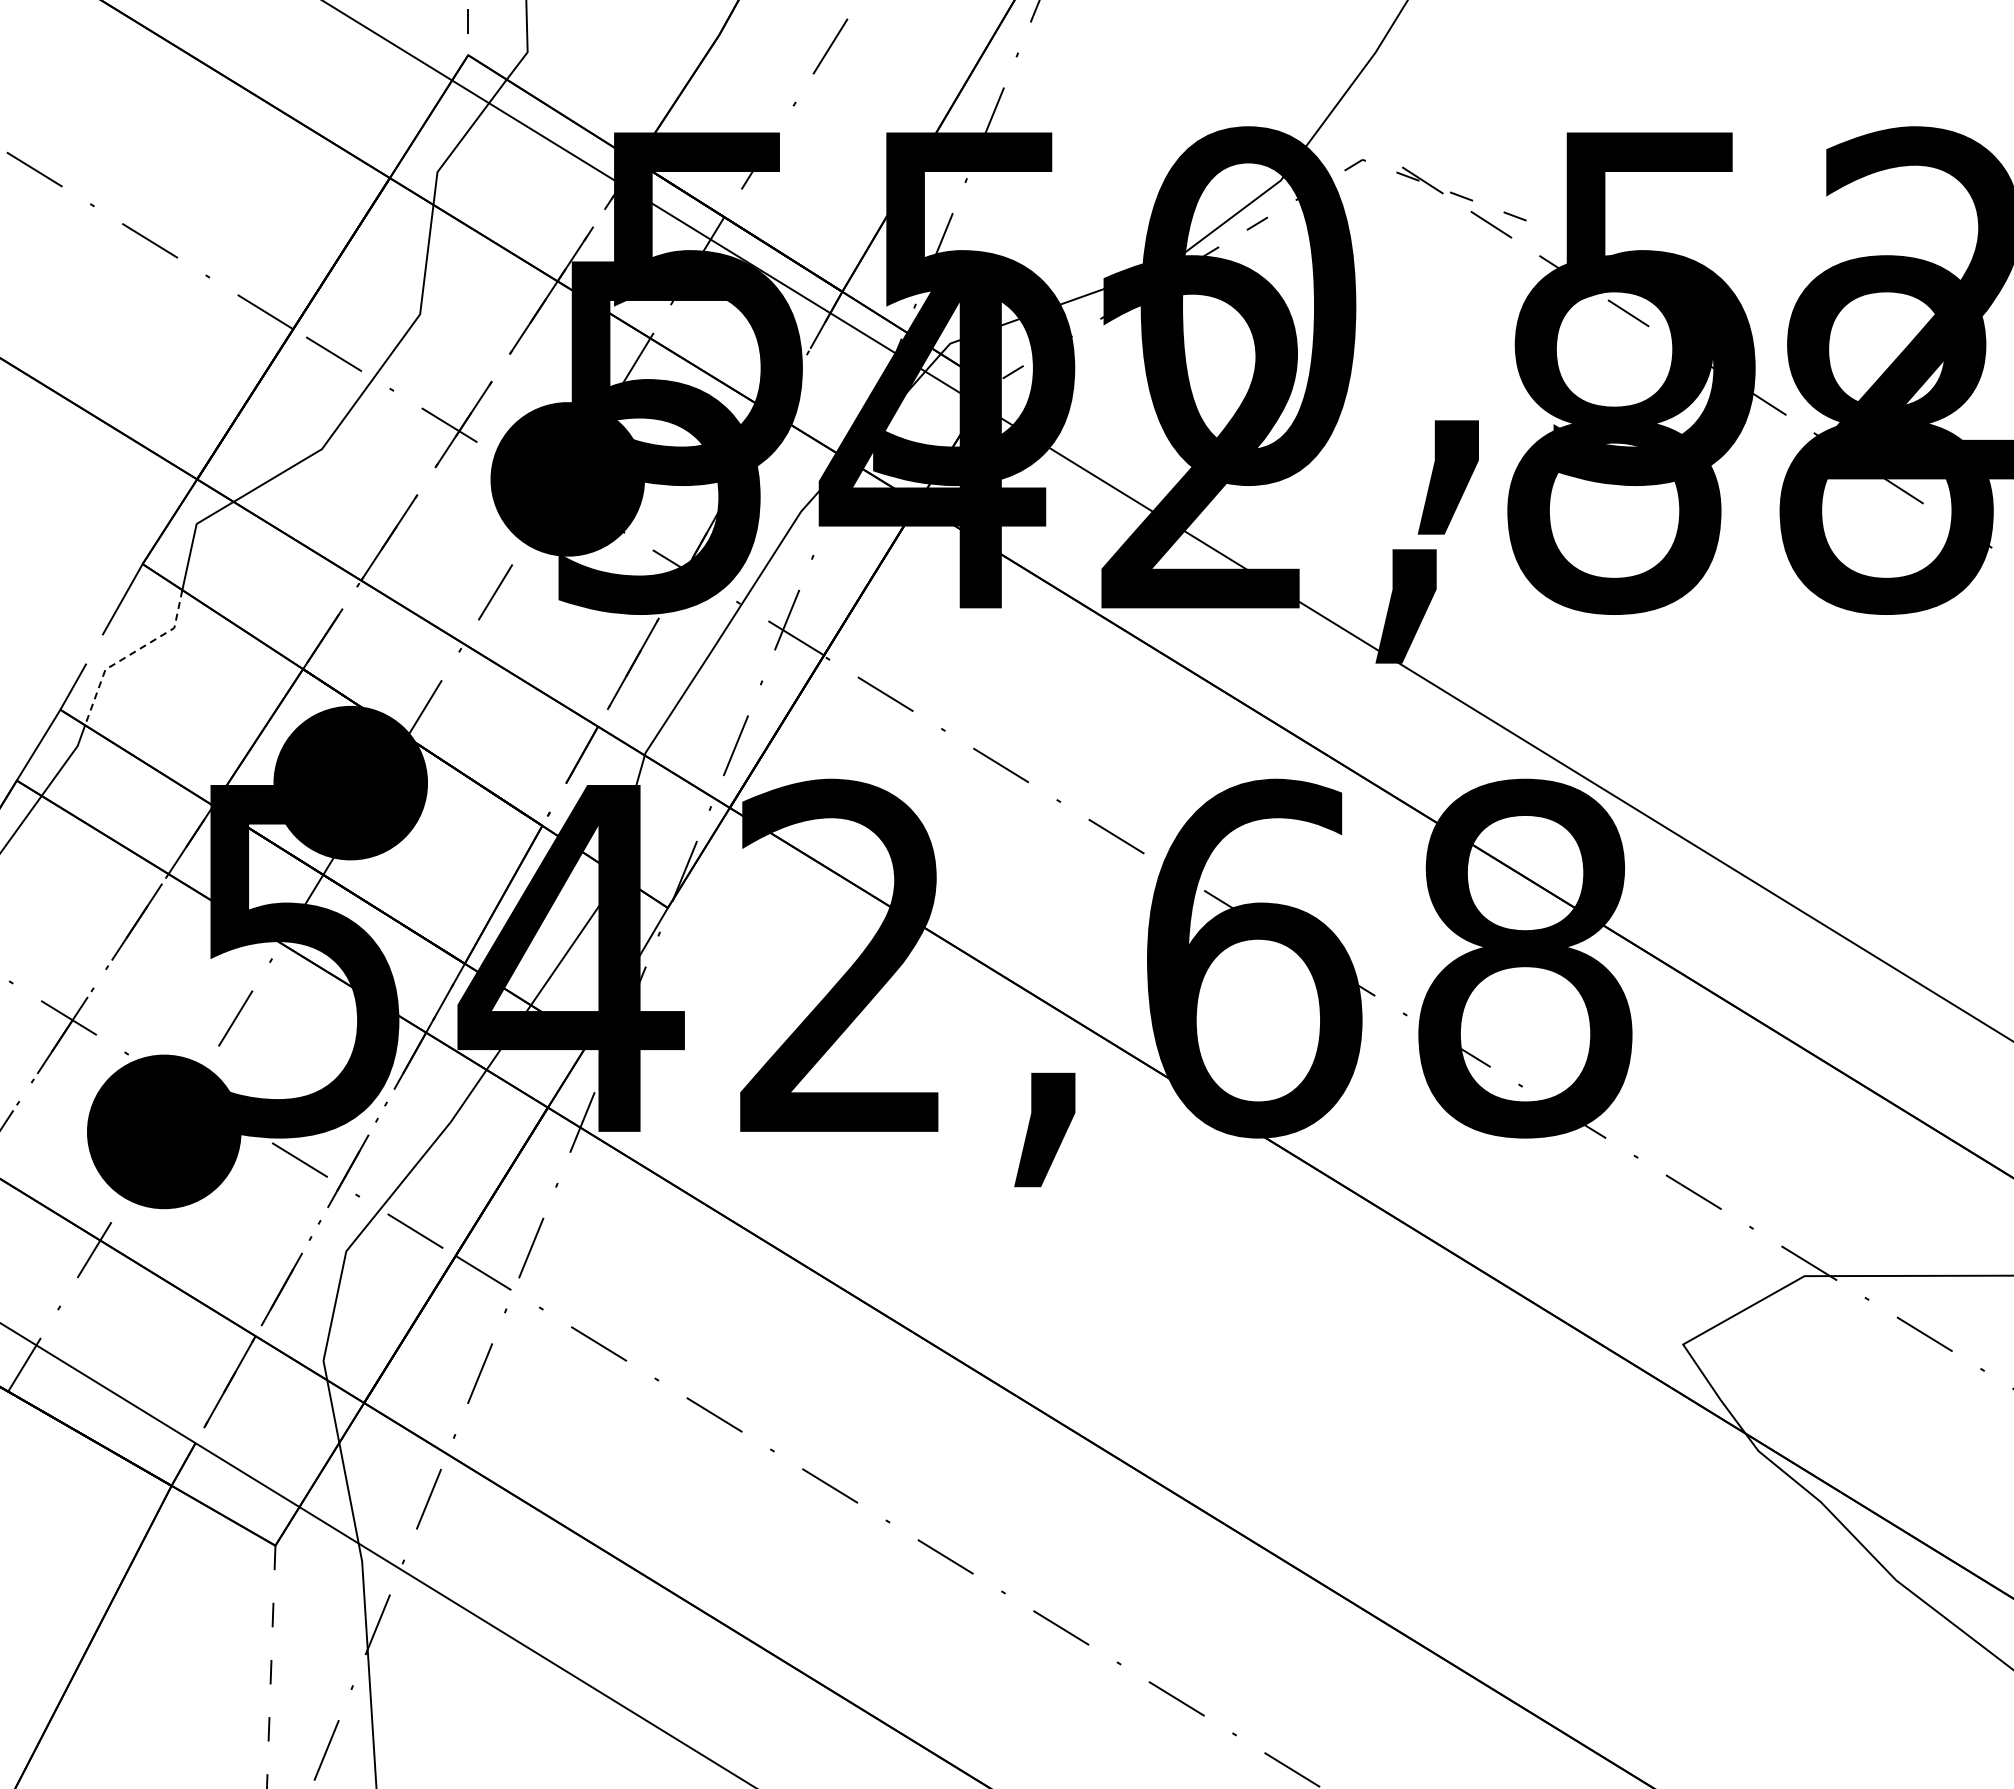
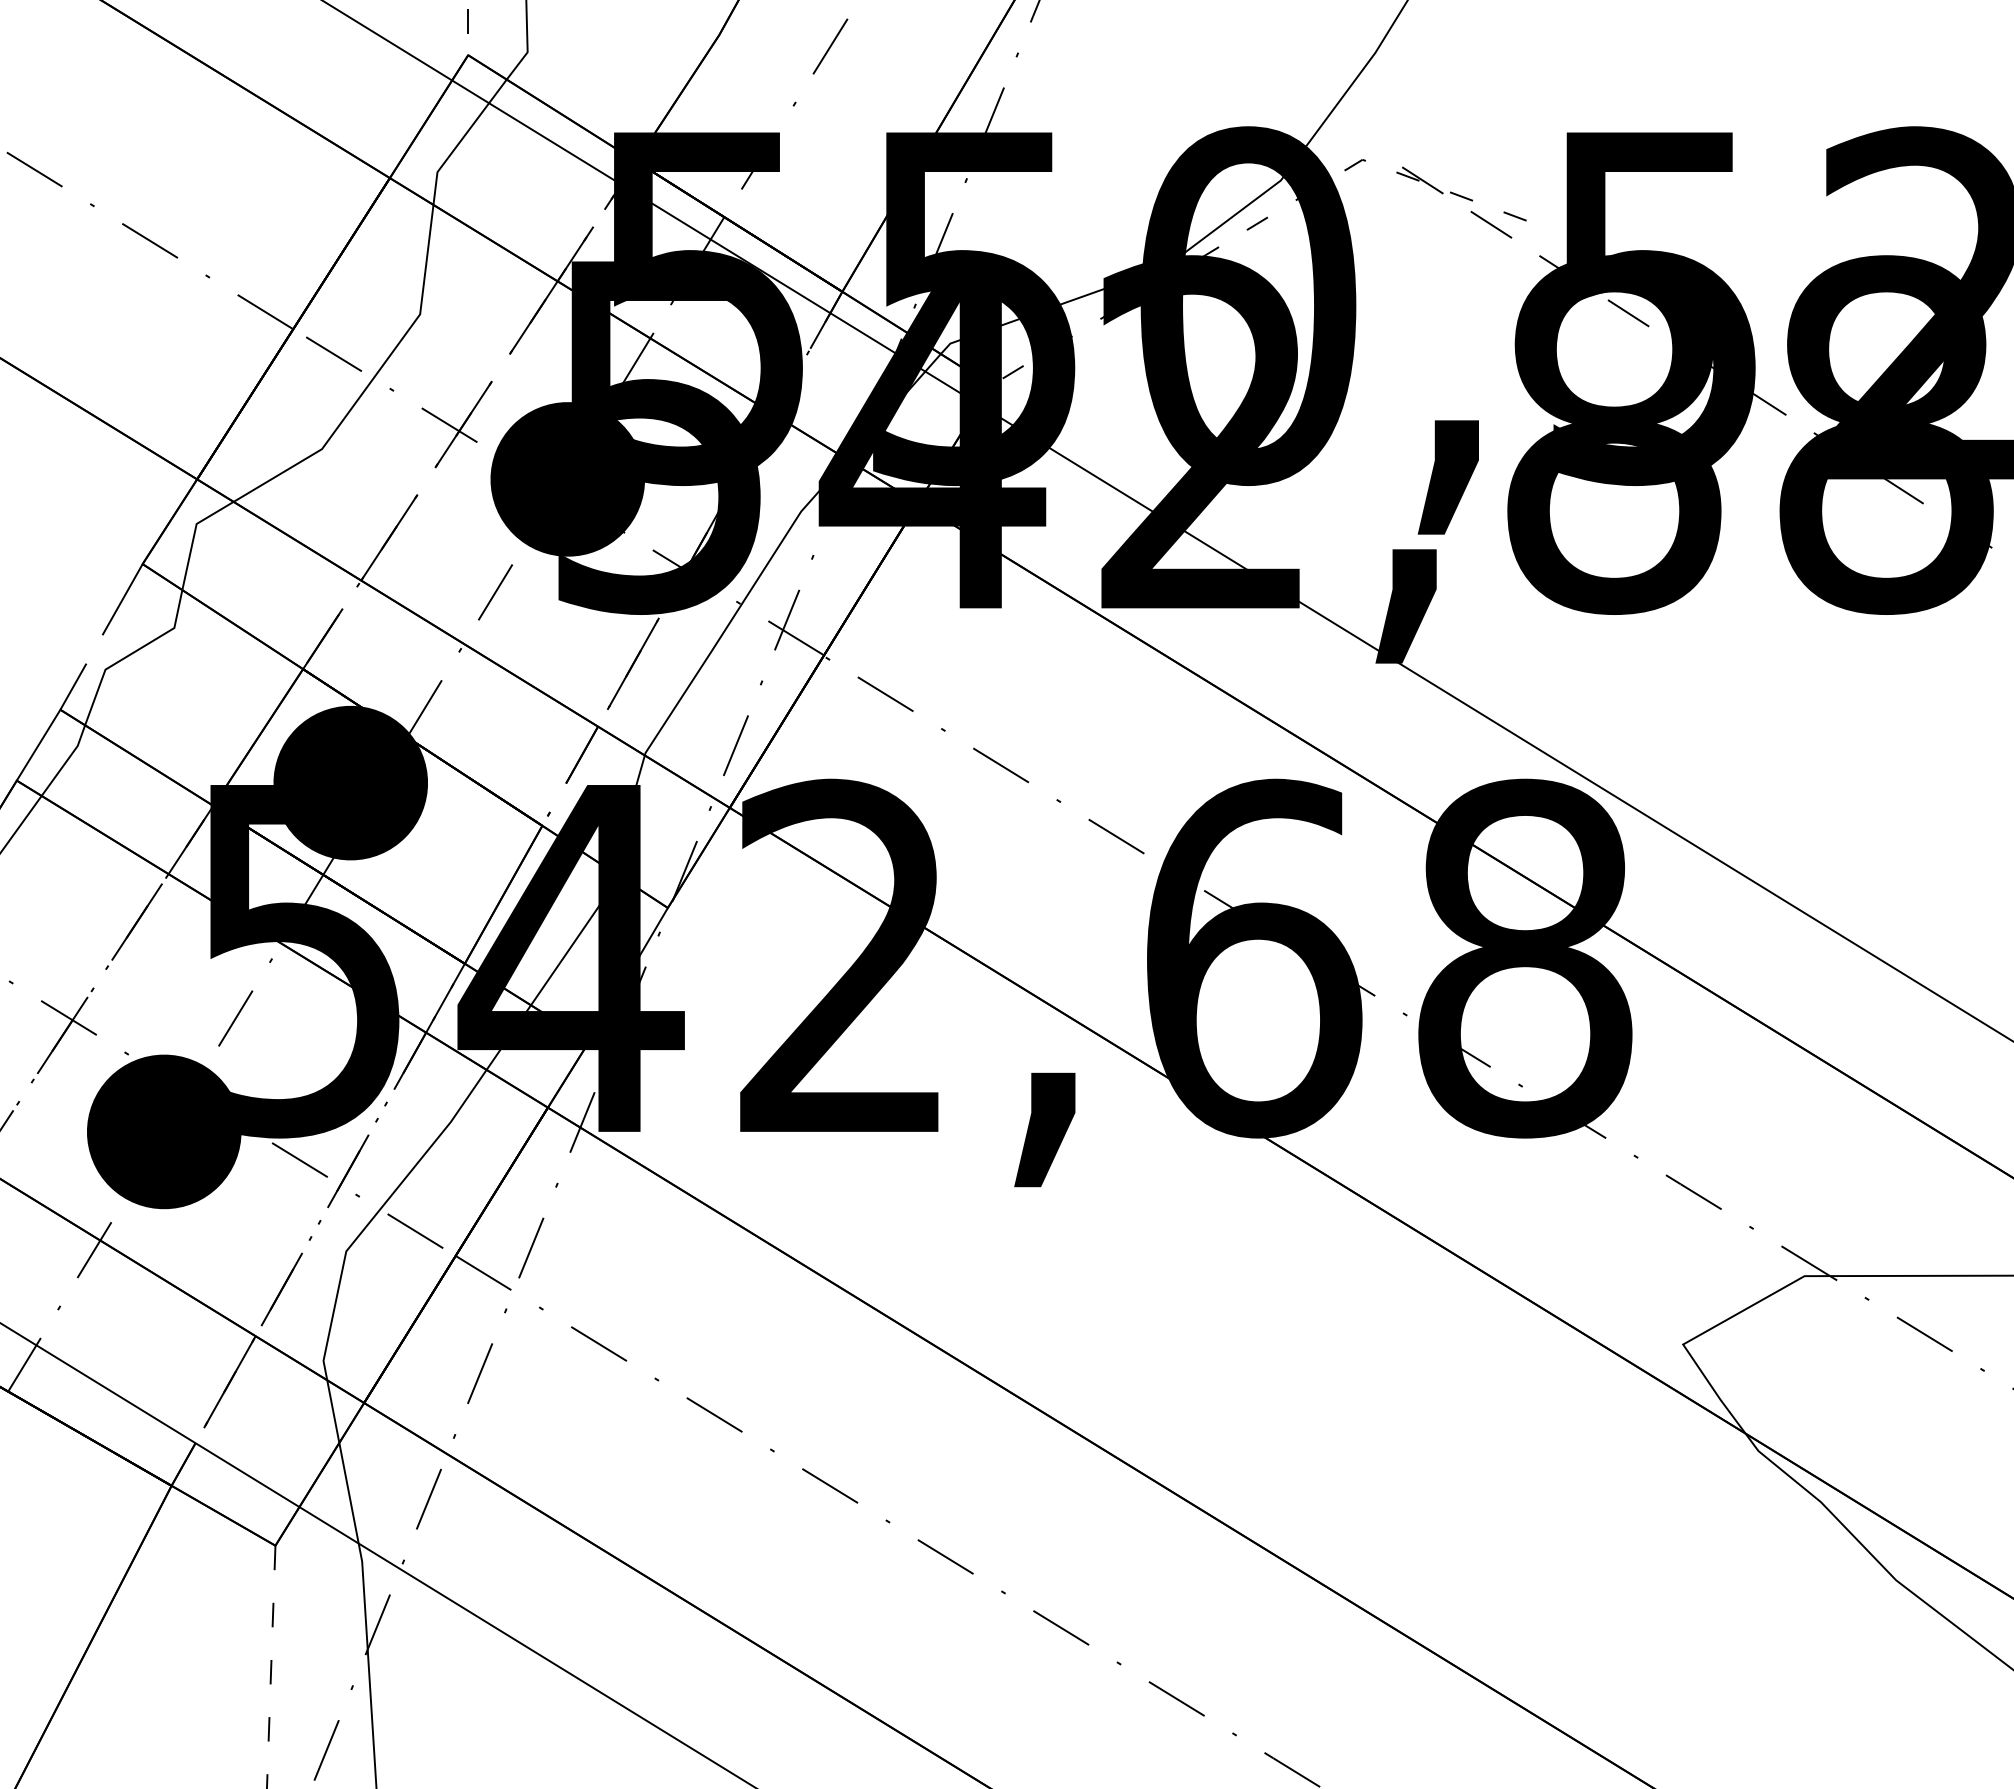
line at (131, 654): dashed -> solid
